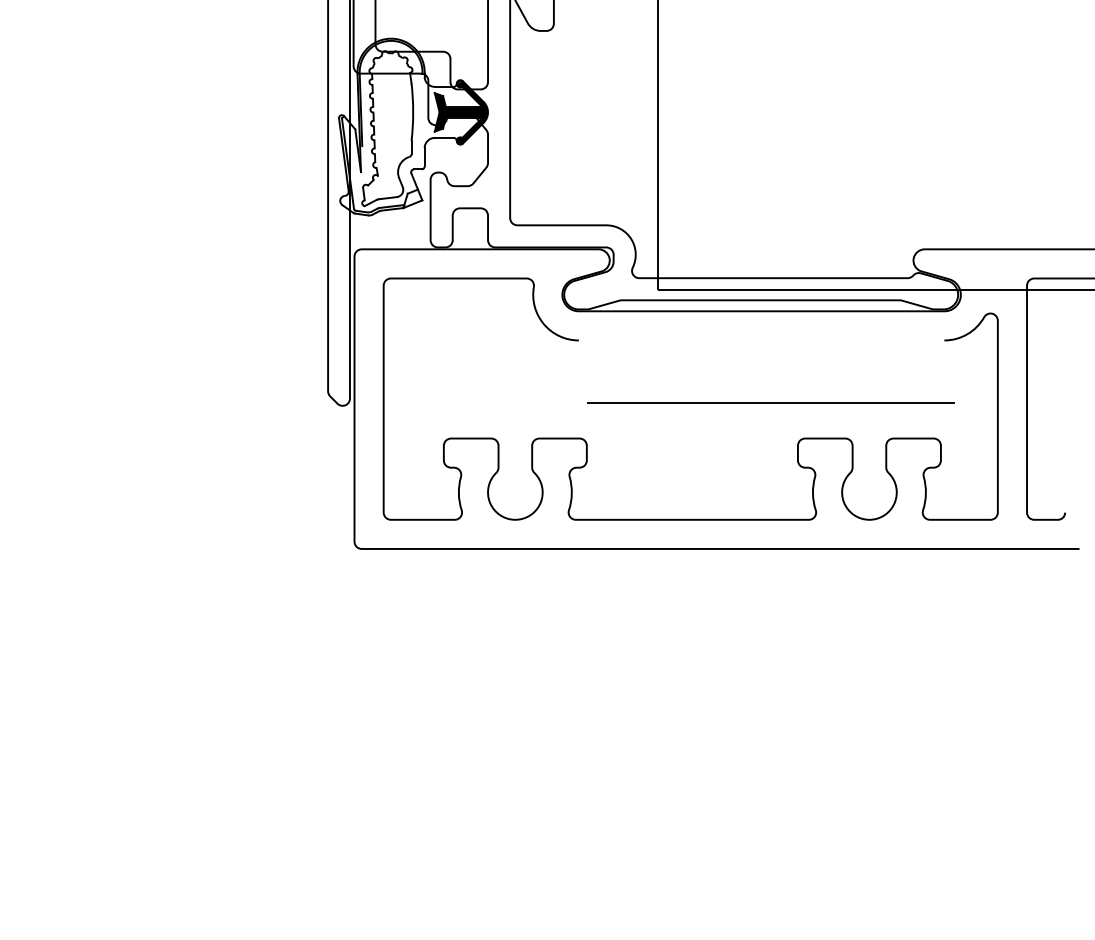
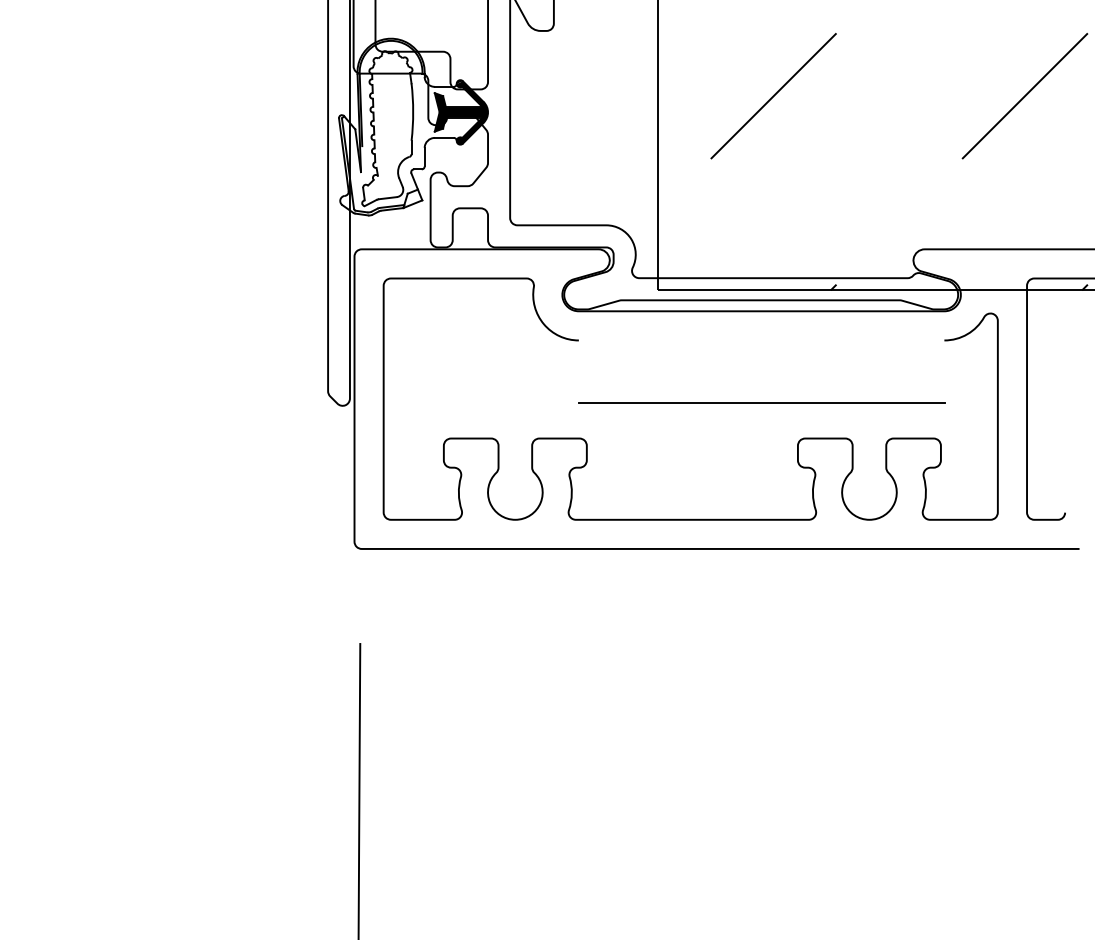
hatch at (898, 161): none -> present
line at (770, 402) position: (770, 402) -> (761, 402)
line at (359, 789): none -> present
